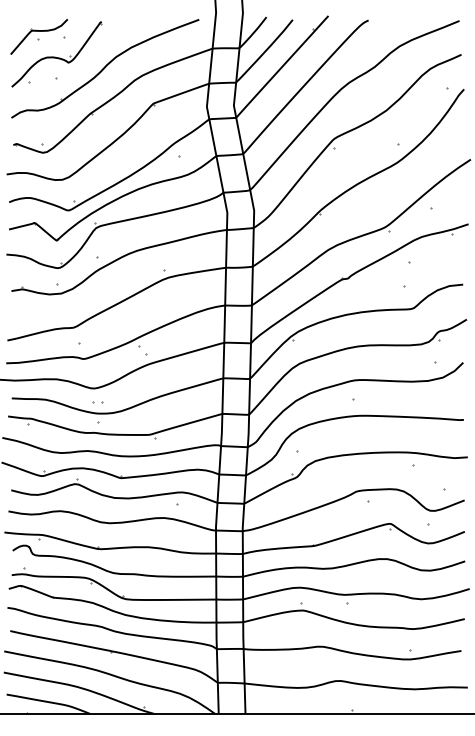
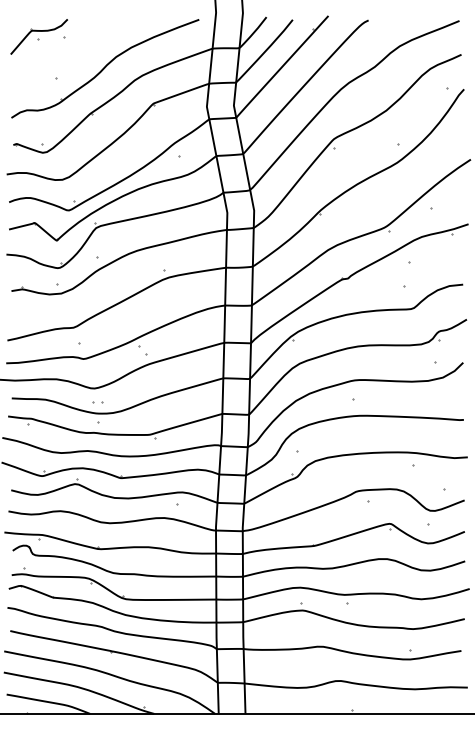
part at (56, 54): present -> none
